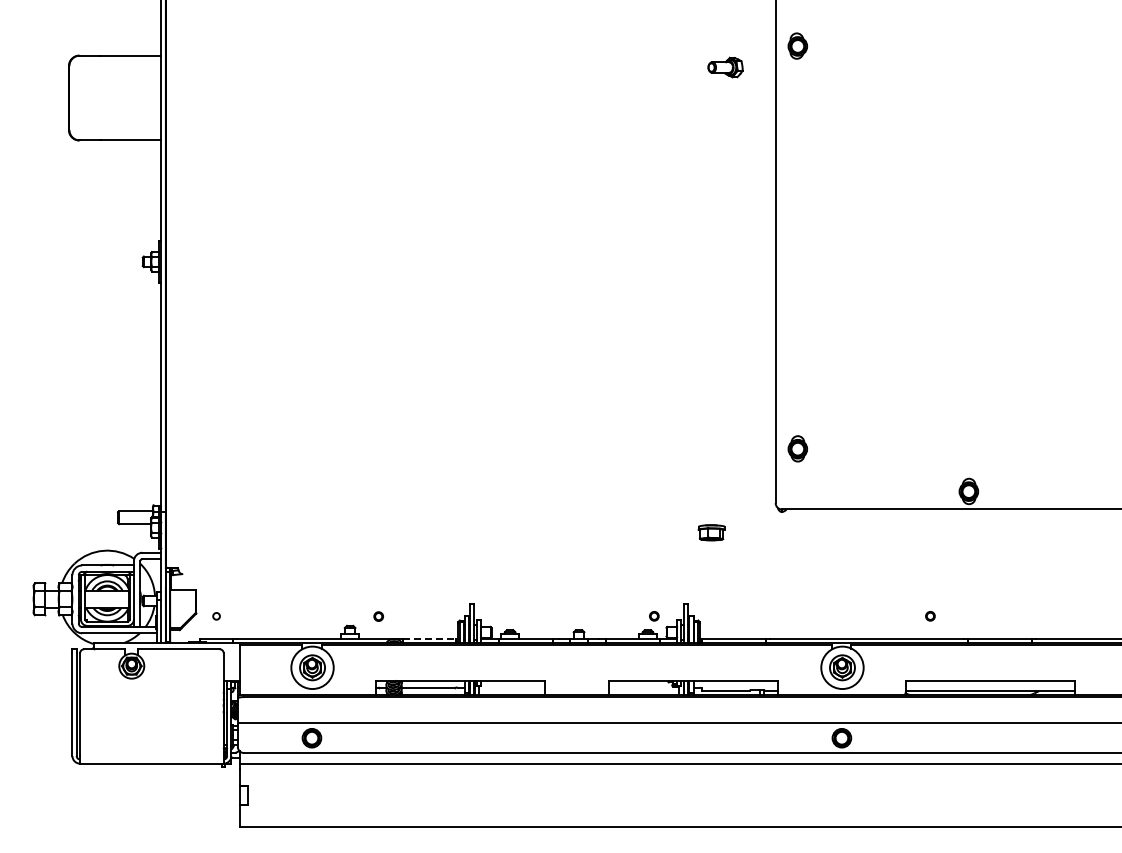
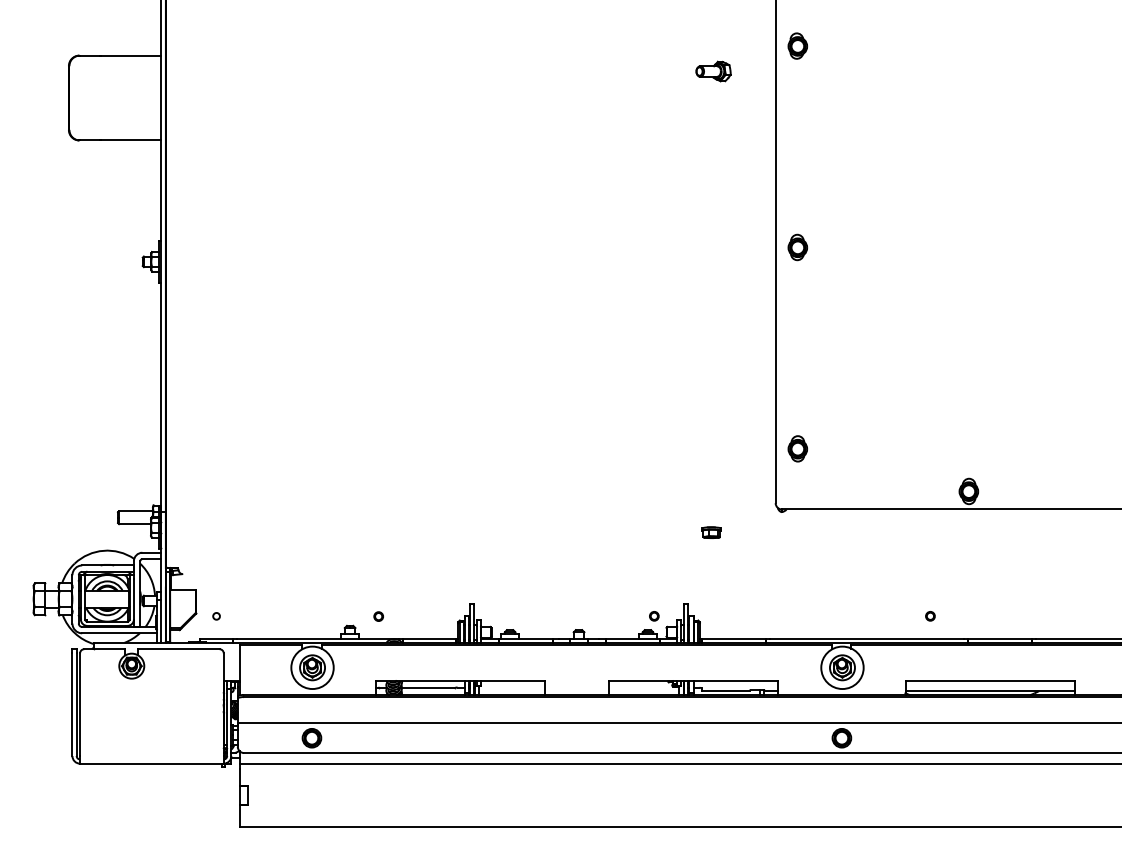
part at (725, 67) position: (725, 67) -> (713, 71)
part at (797, 247): none -> present
part at (711, 532) size: 29x18 px -> 21x13 px
line at (430, 638): dashed -> solid
